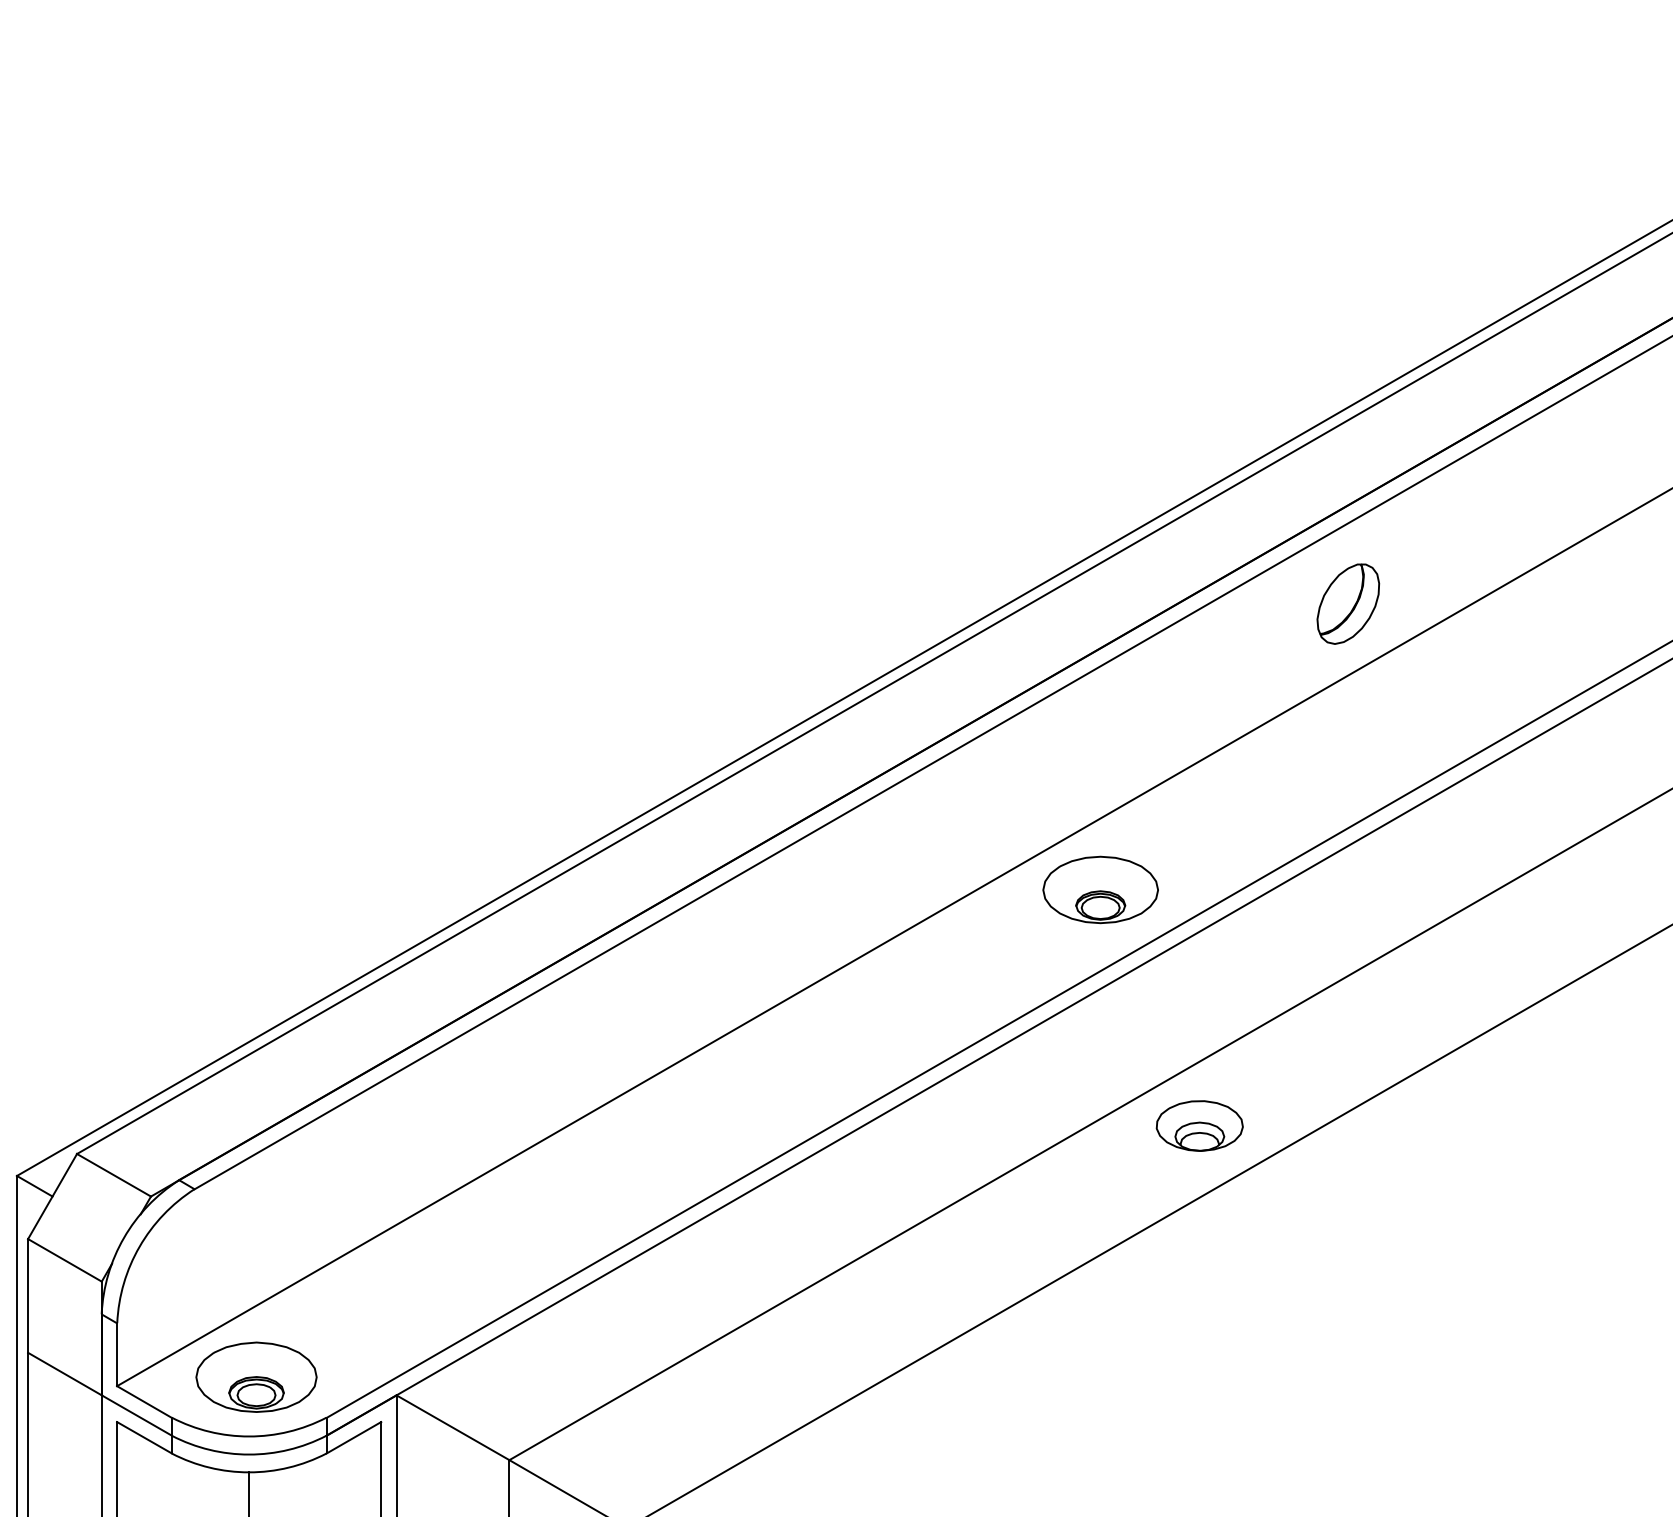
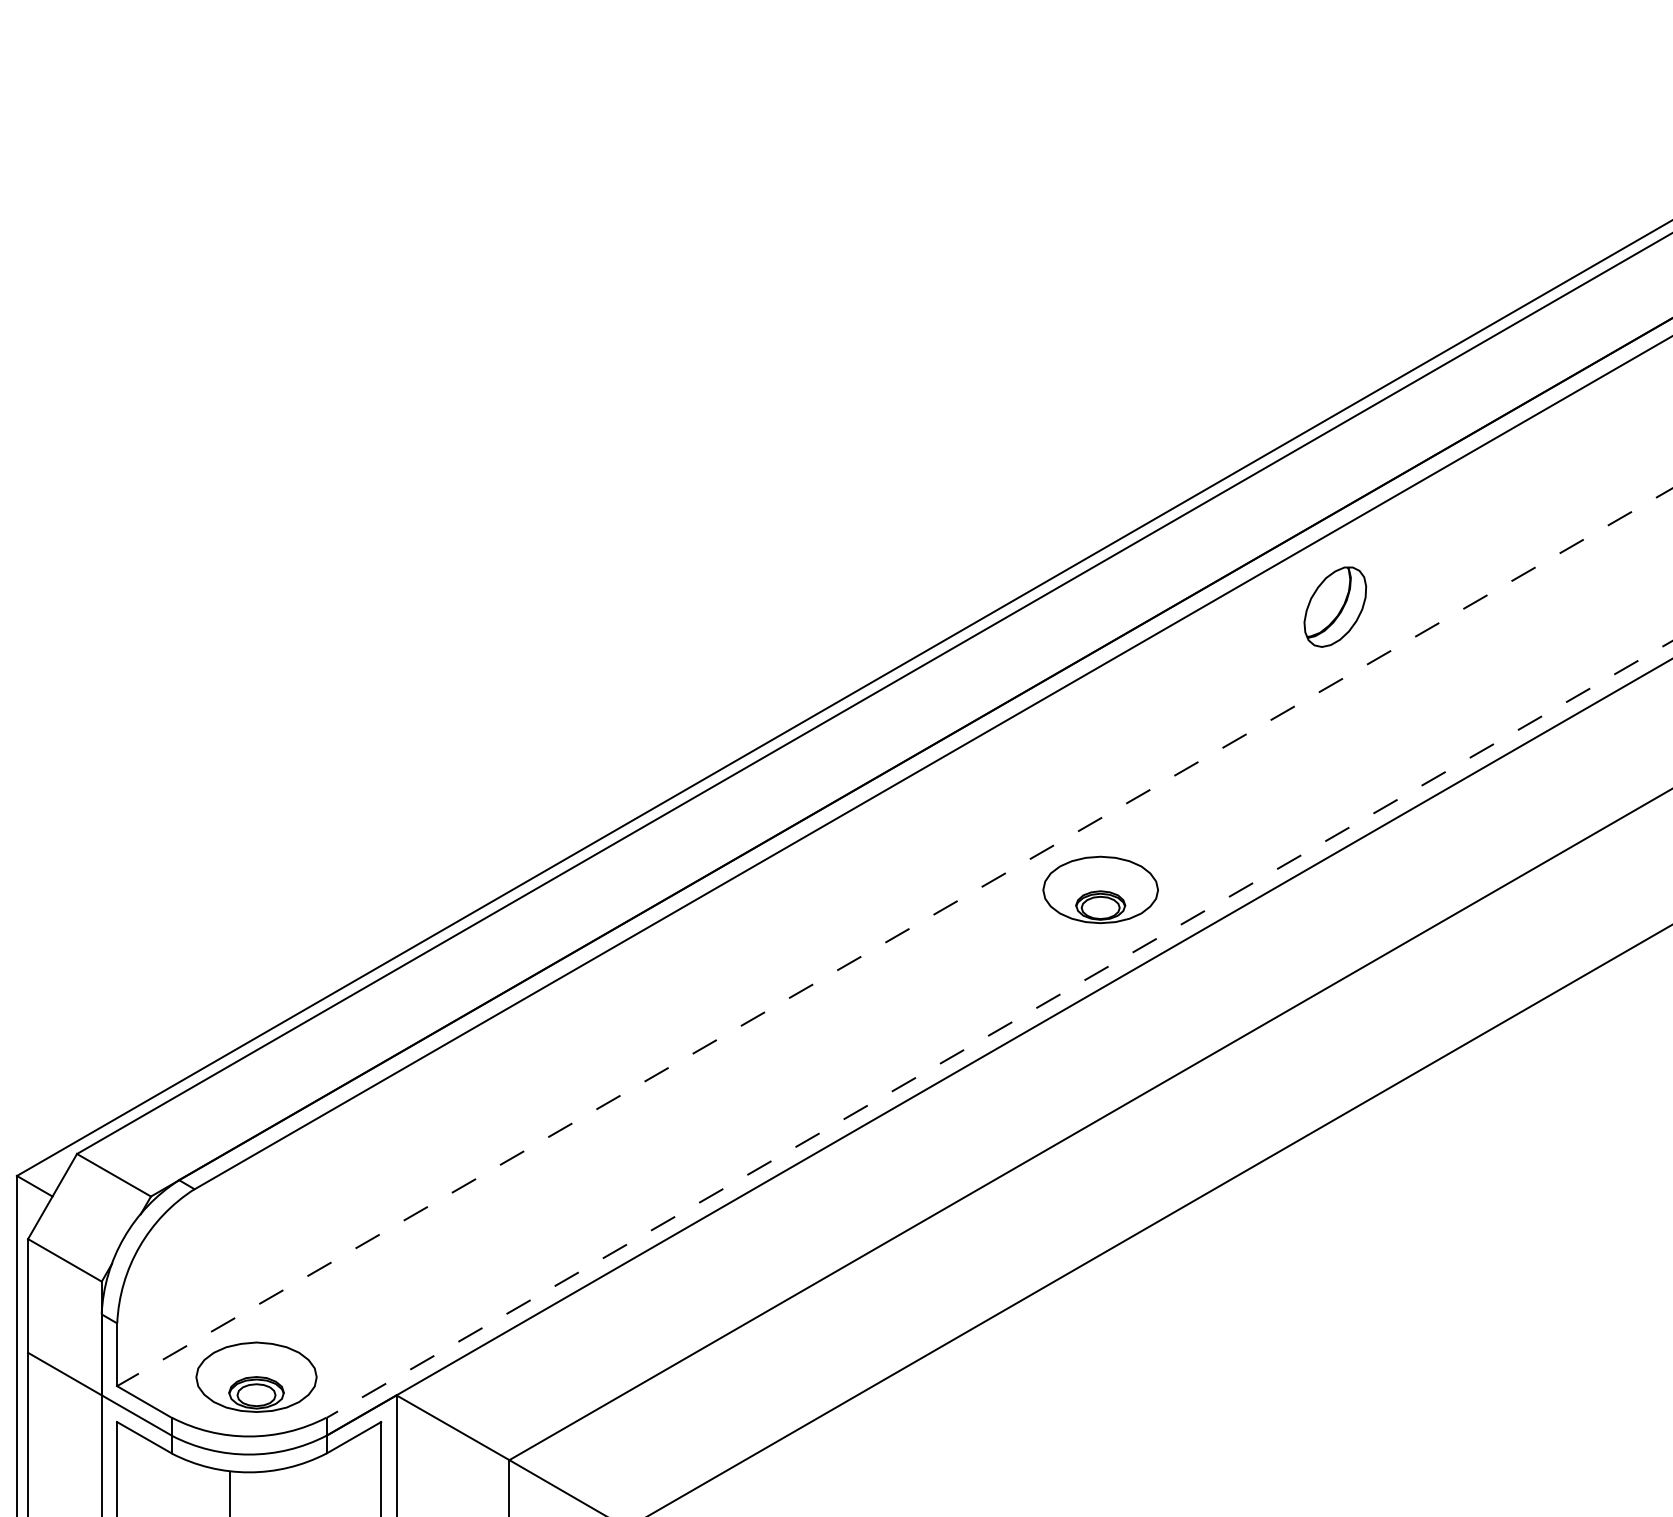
part at (1348, 603) position: (1348, 603) -> (1335, 606)
line at (894, 937): solid -> dashed
line at (999, 1029): solid -> dashed
part at (1199, 1125): present -> none
line at (249, 1492) position: (249, 1492) -> (230, 1492)
